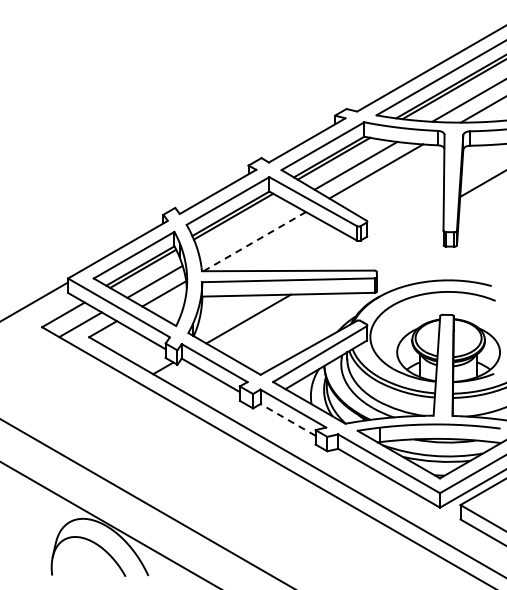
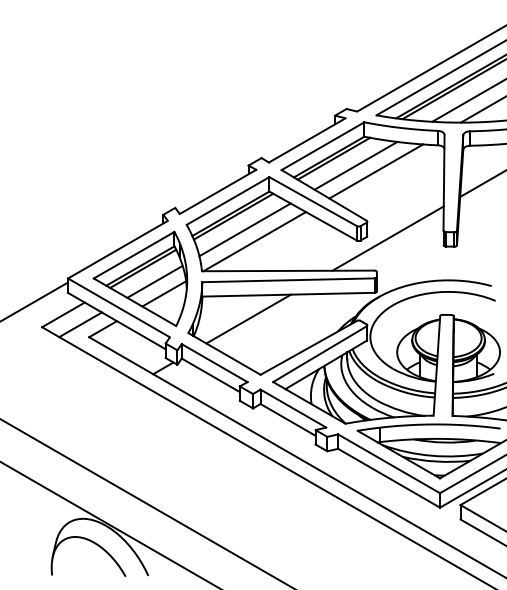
line at (244, 229): none -> present
line at (387, 238): none -> present
line at (255, 241): dashed -> solid
line at (288, 419): dashed -> solid
